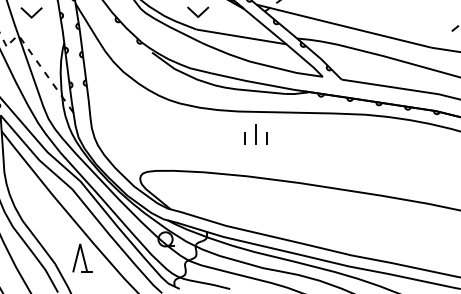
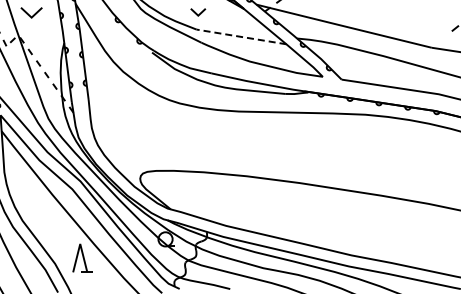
part at (198, 12) size: 23x13 px -> 17x9 px
line at (241, 36): solid -> dashed
part at (255, 134): present -> none
